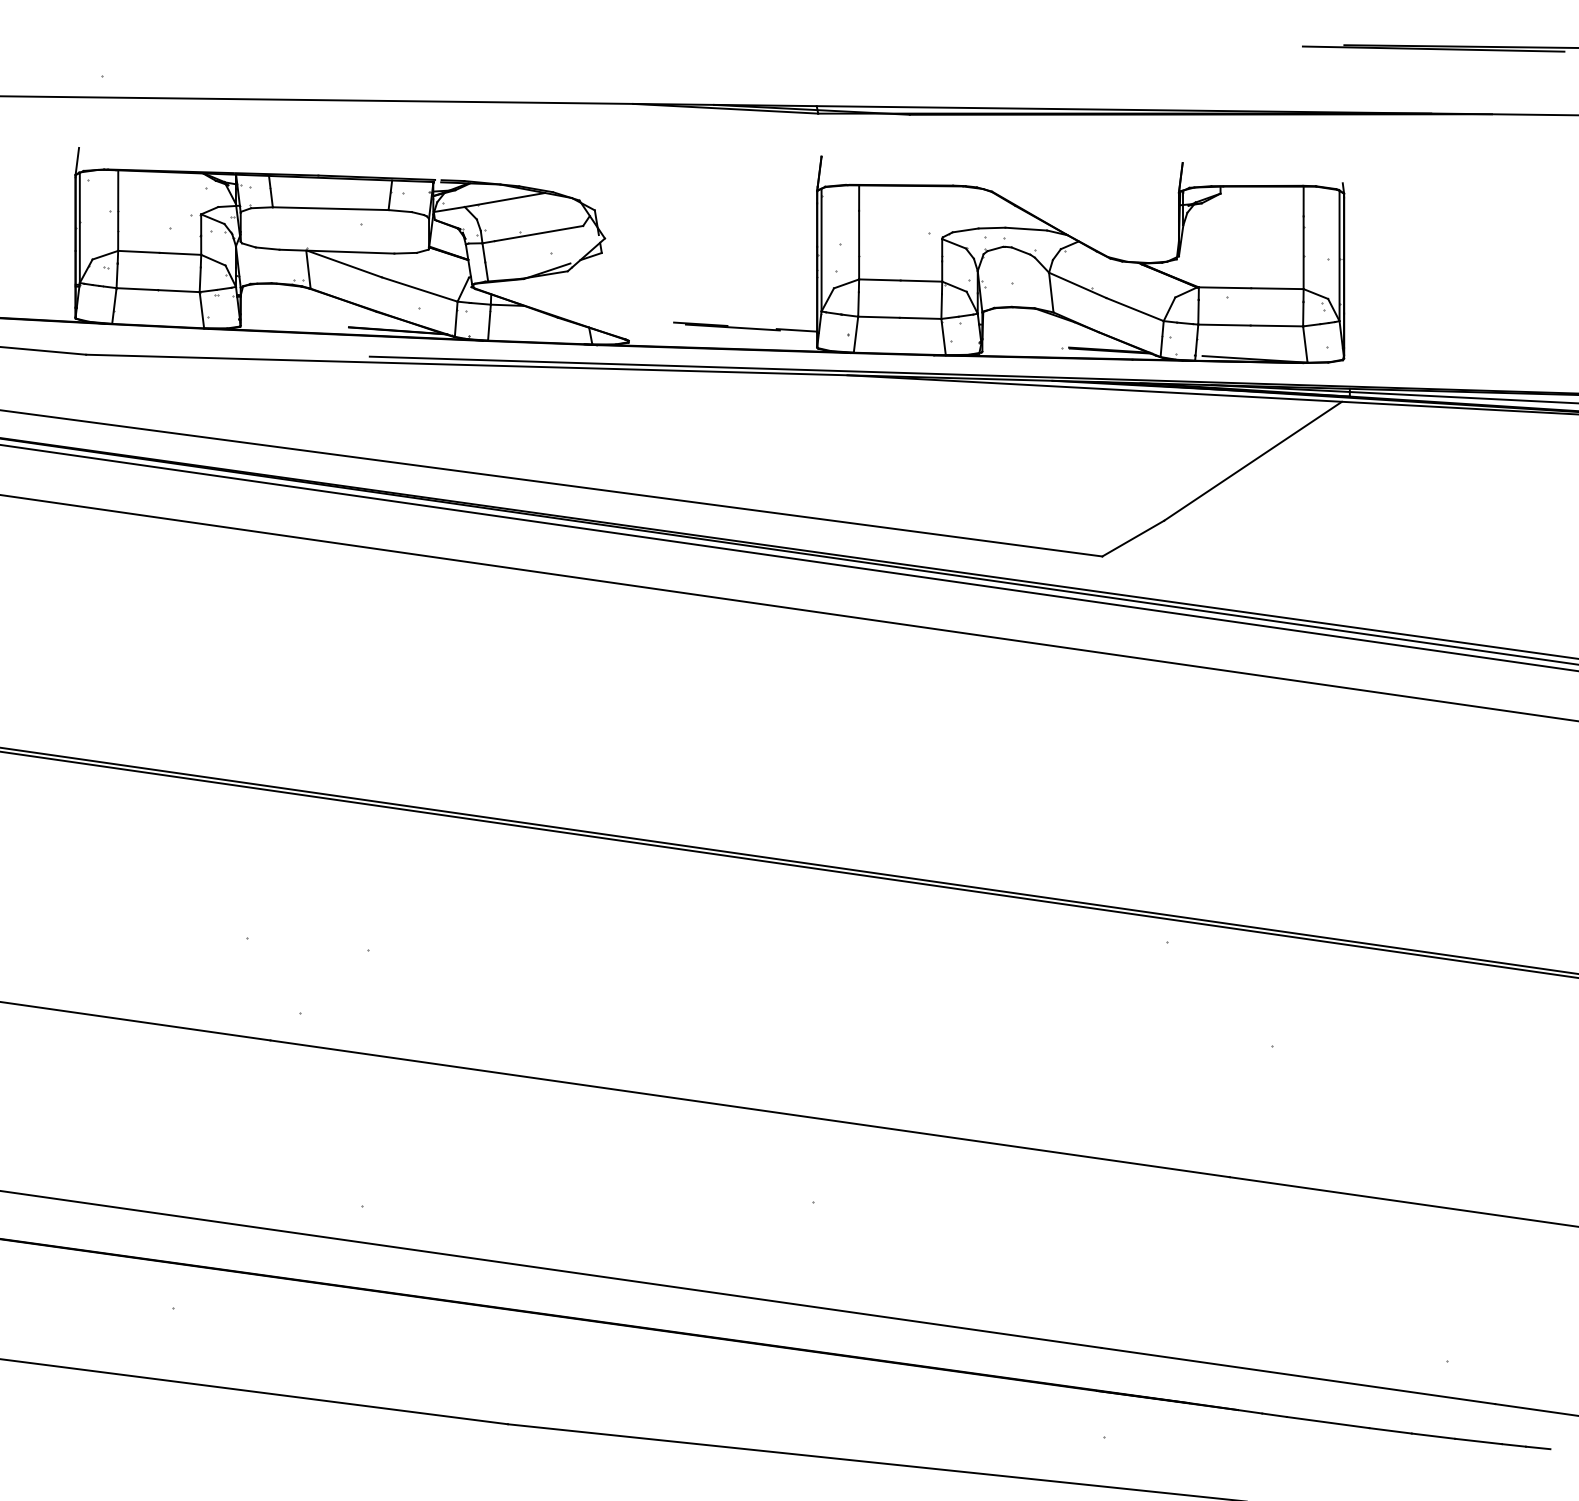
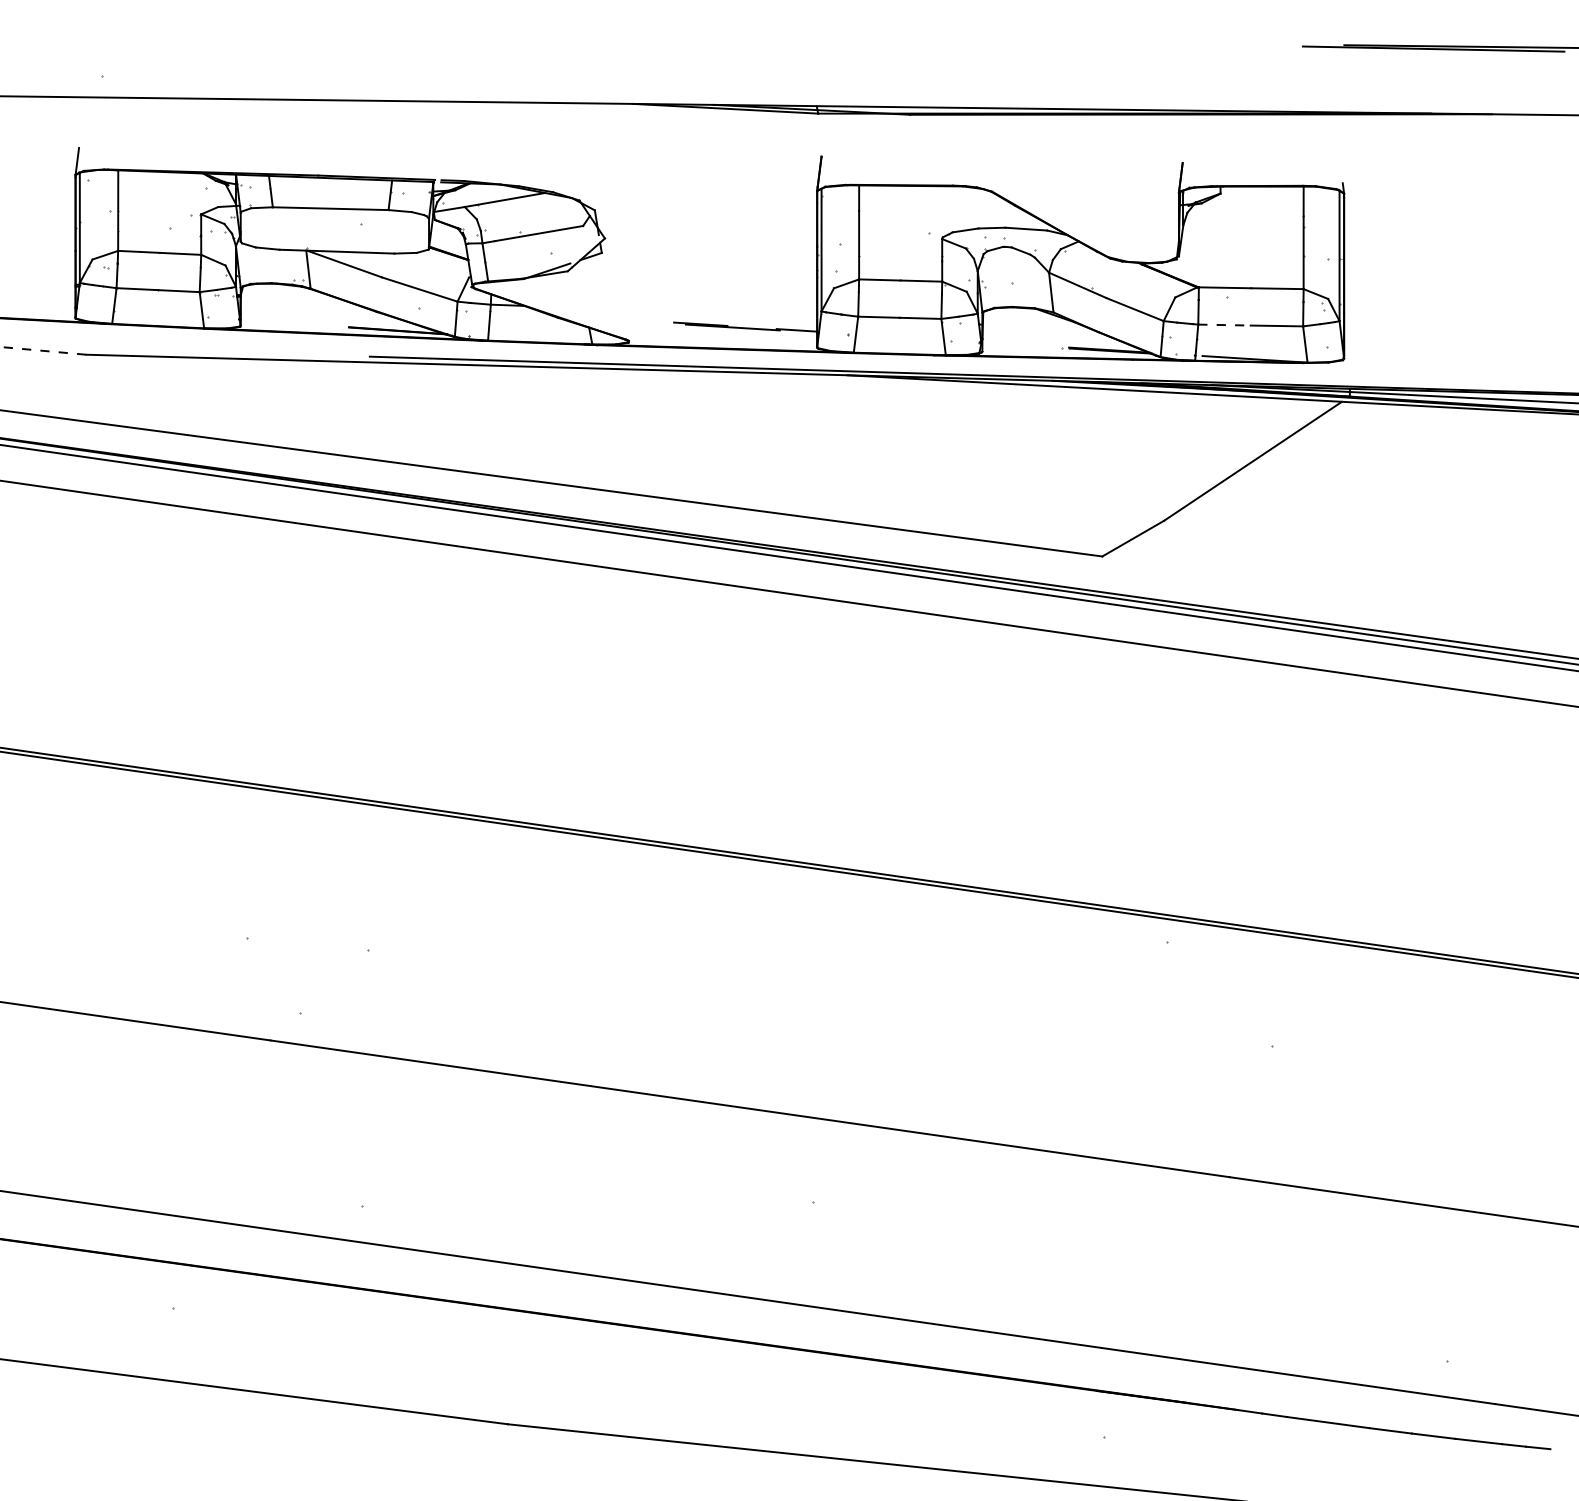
line at (1224, 325): solid -> dashed
line at (43, 350): solid -> dashed
line at (788, 607) position: (788, 607) -> (788, 593)
